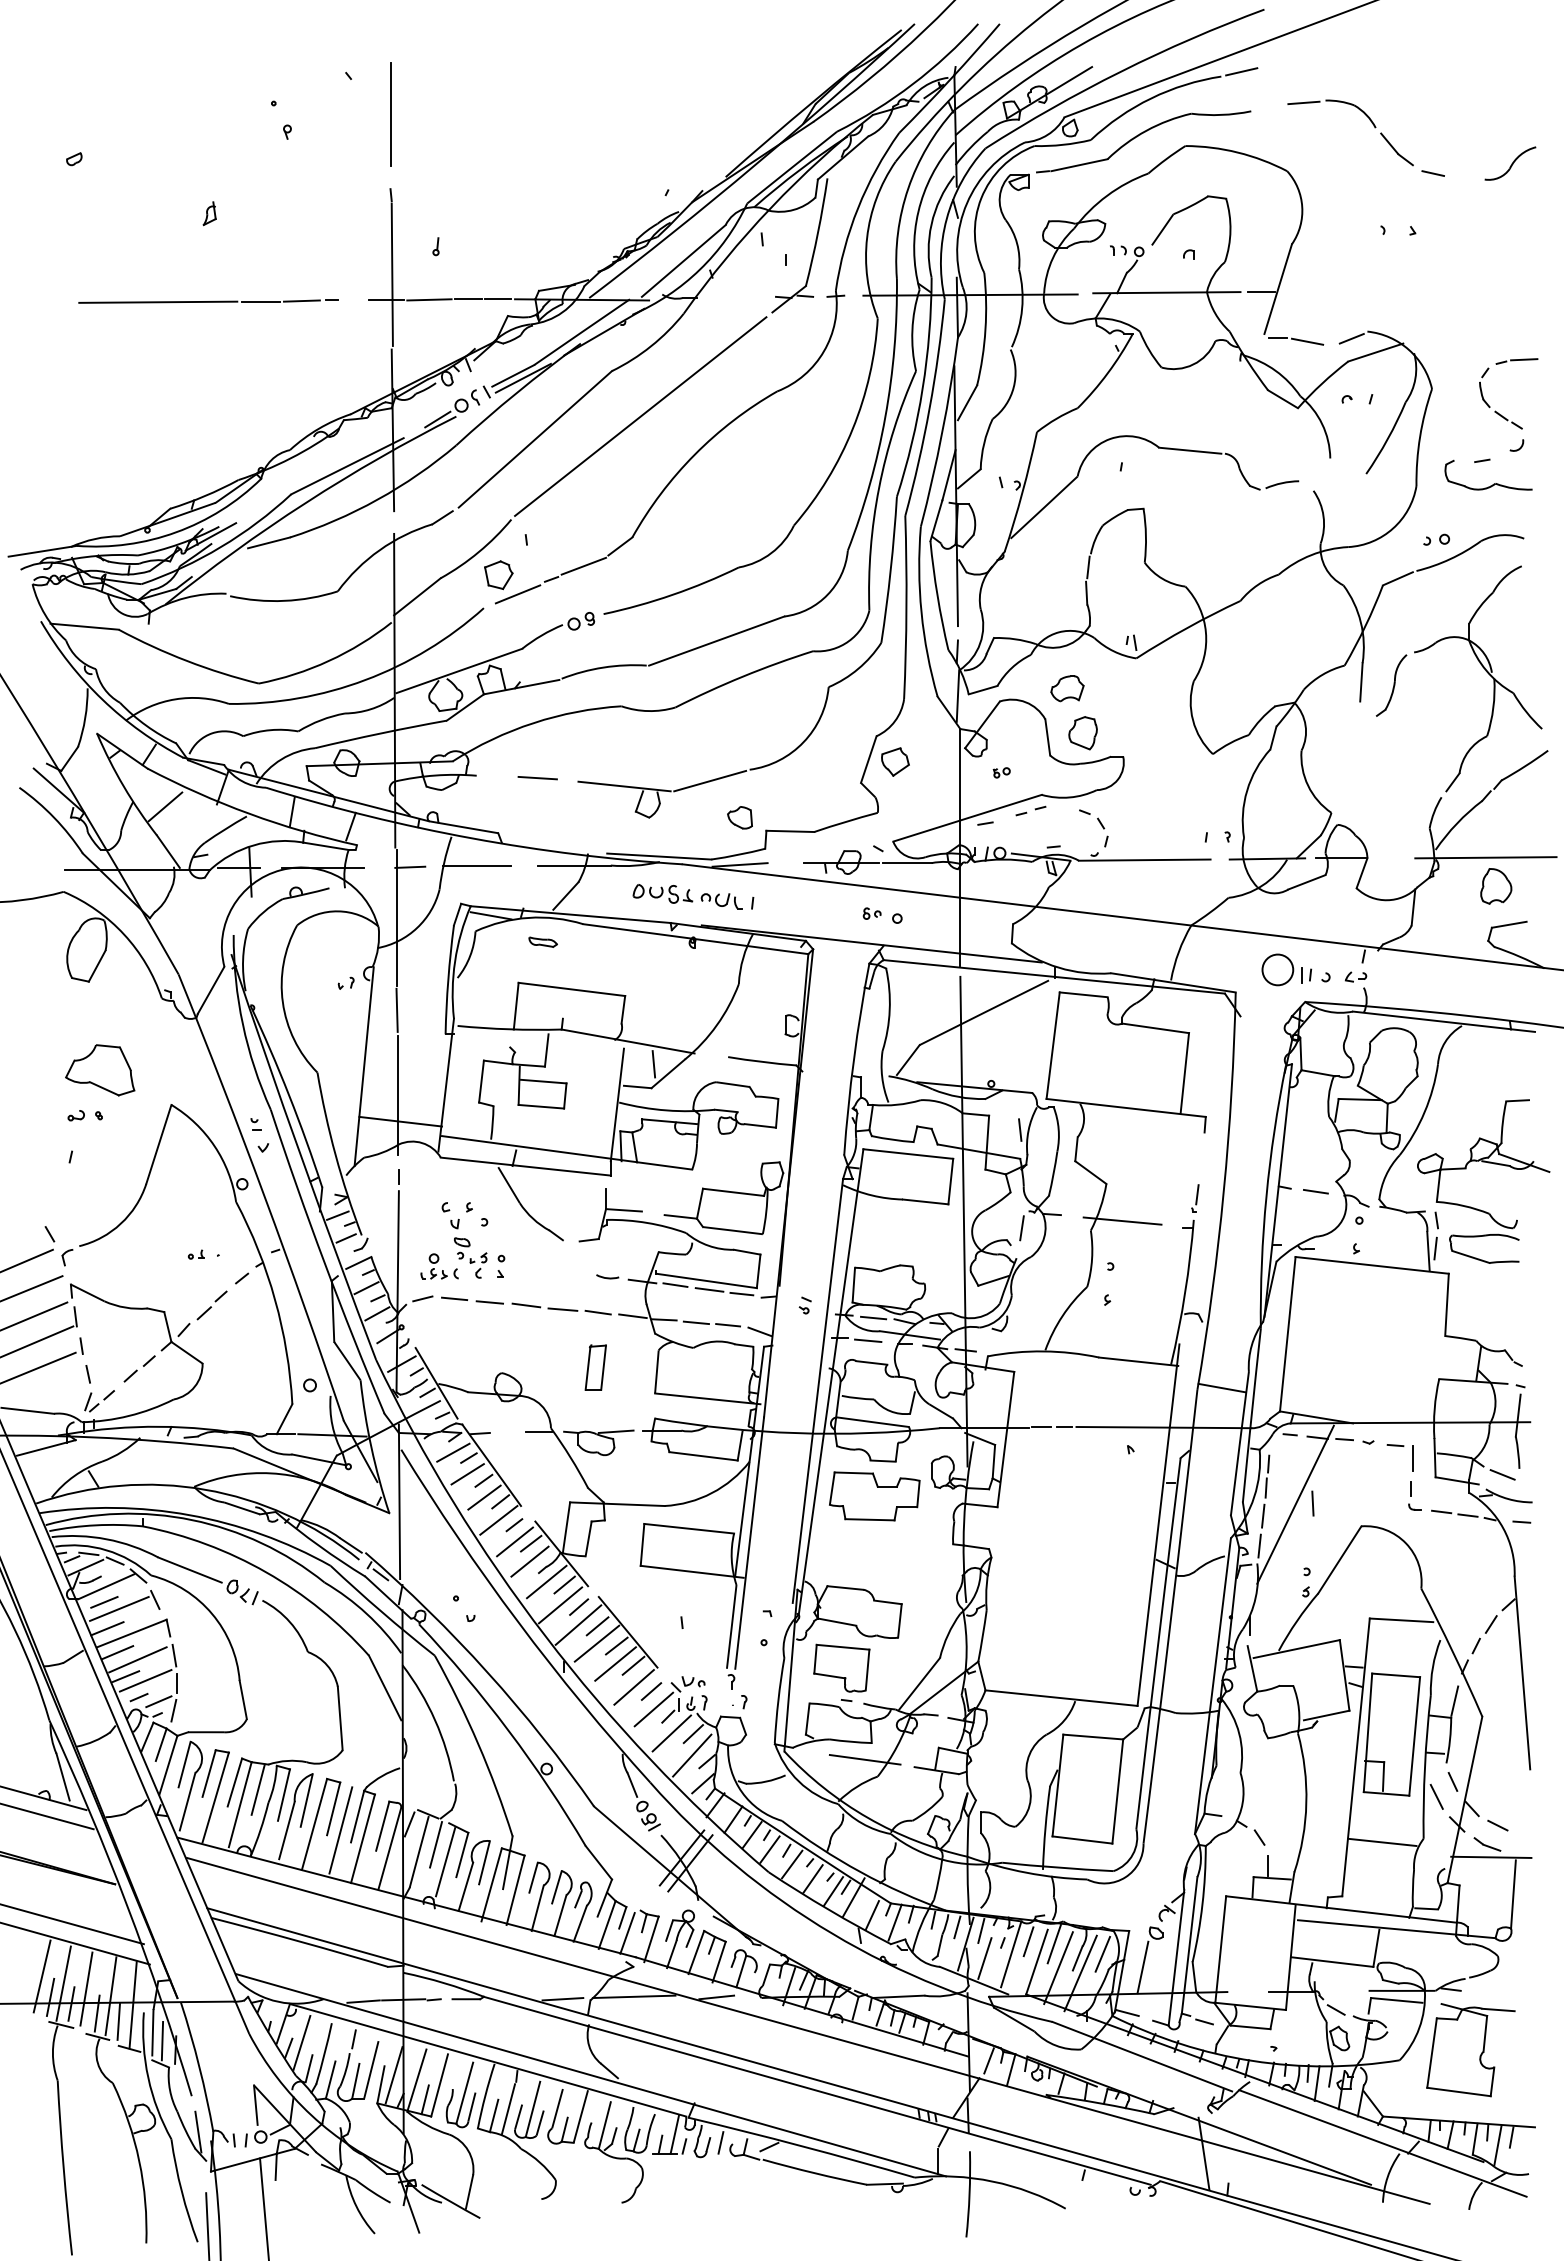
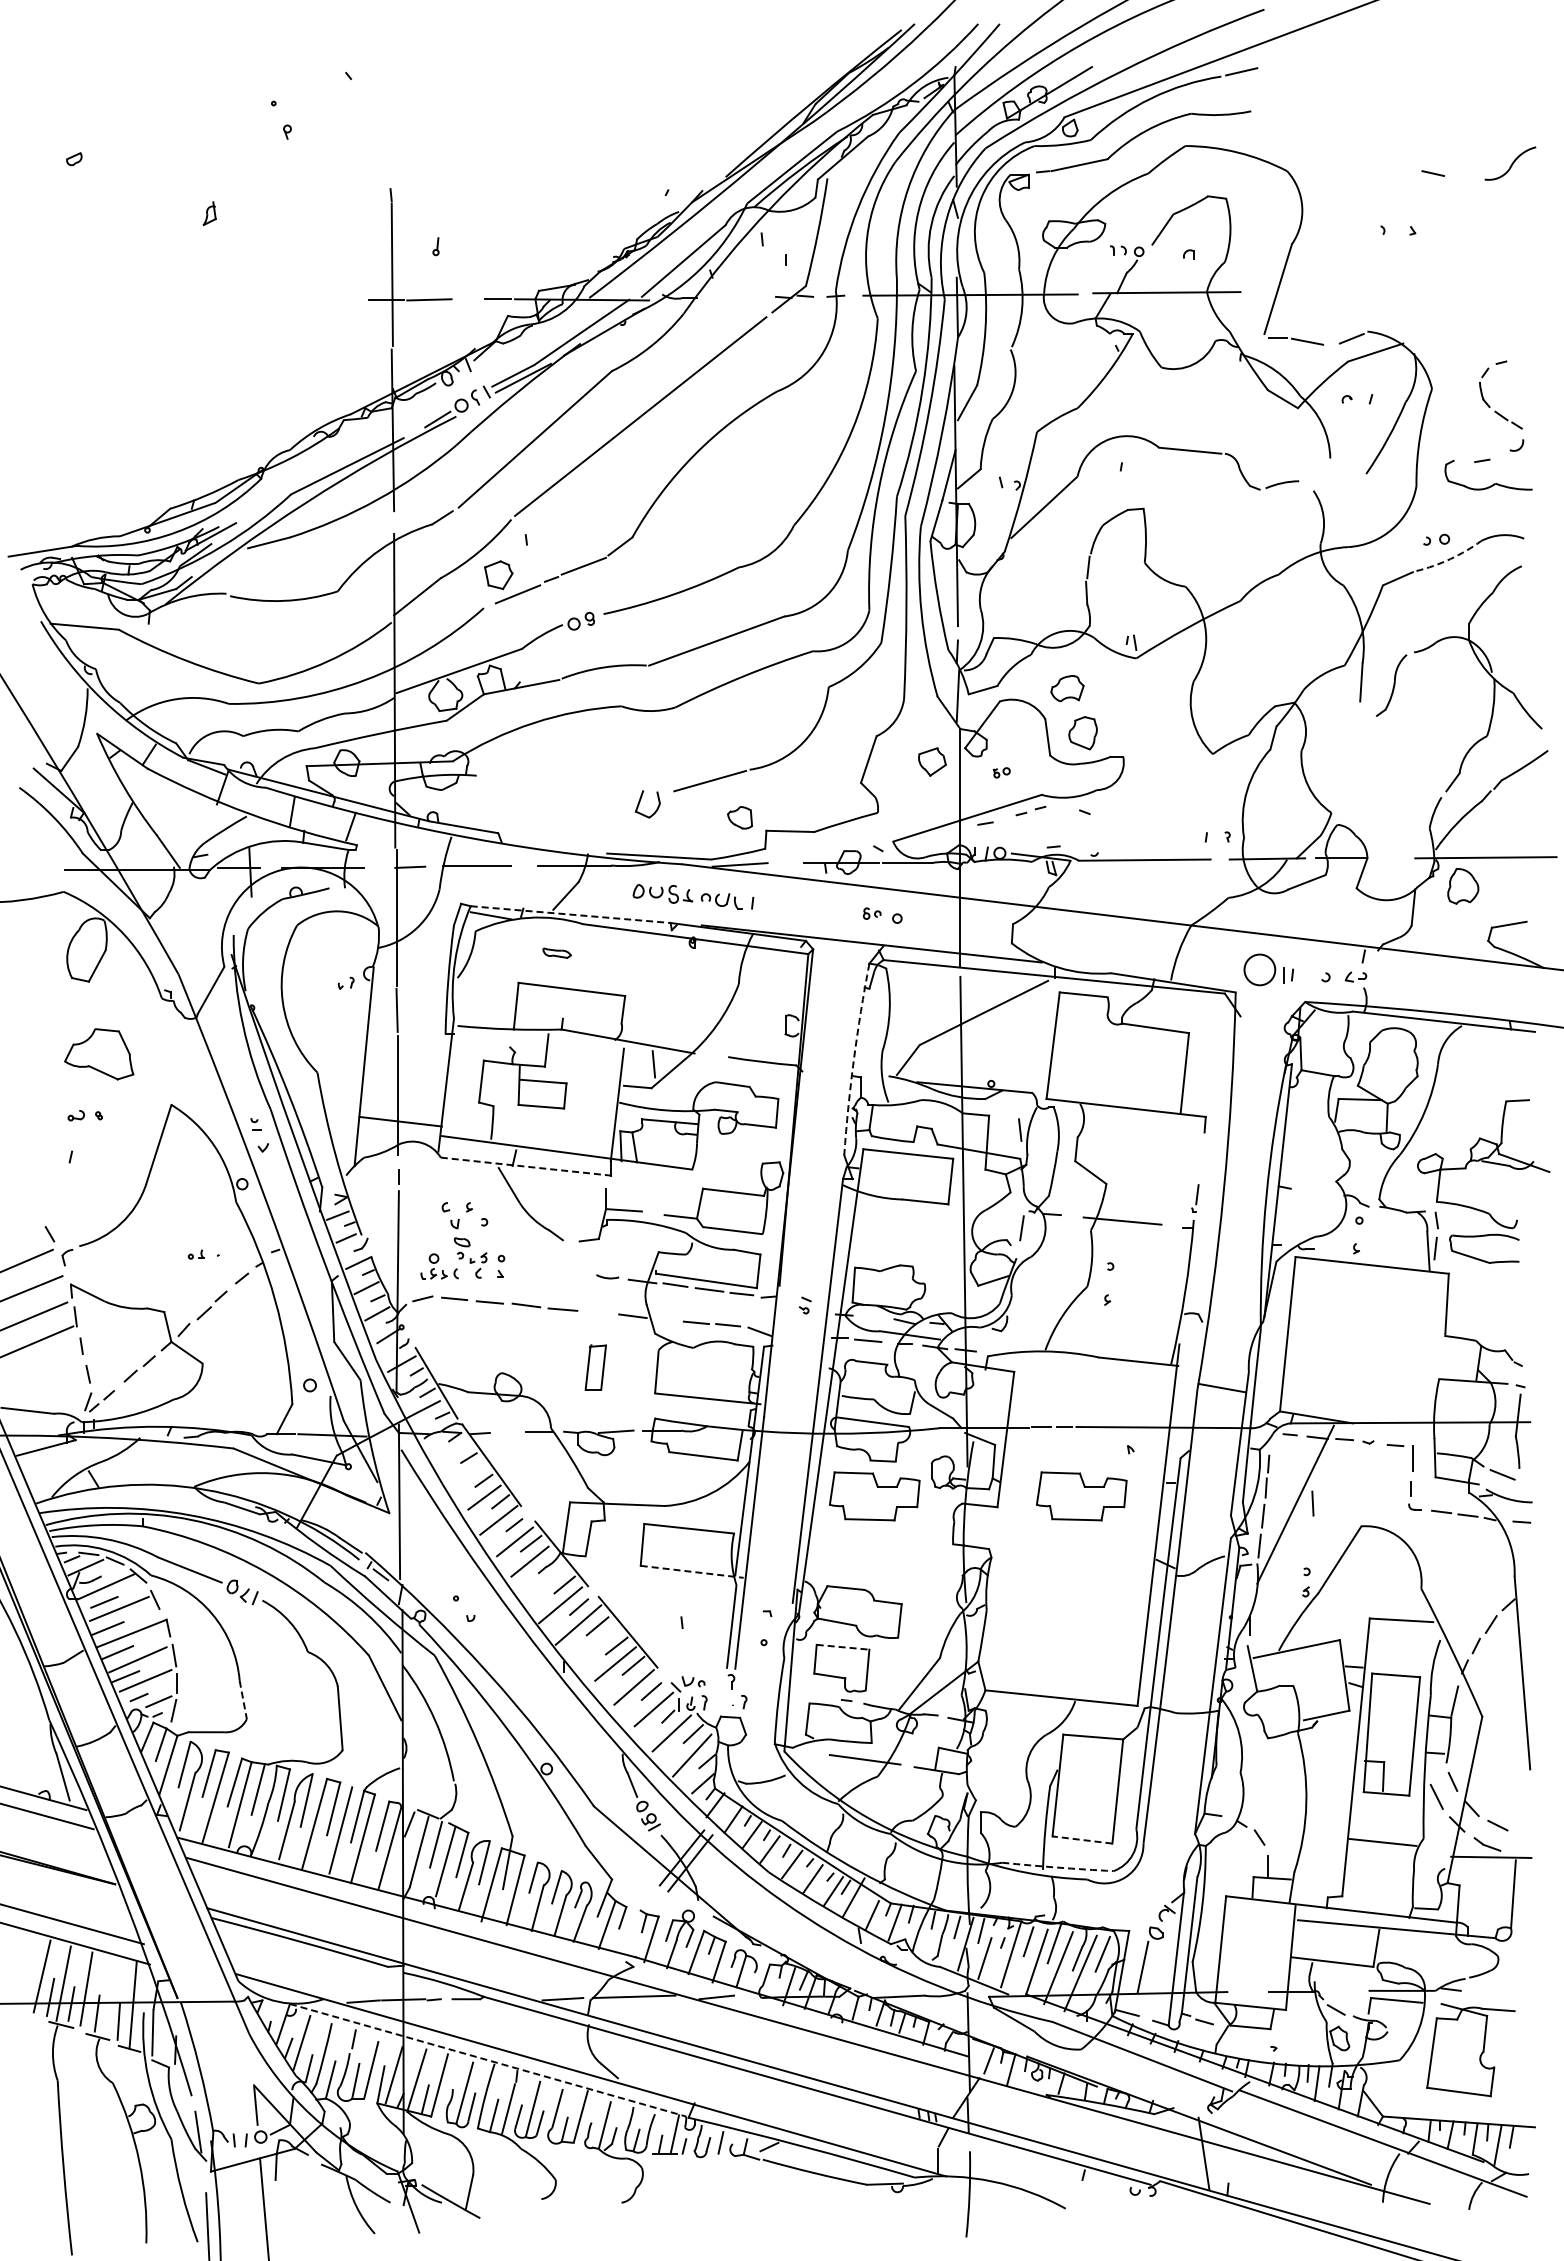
line at (390, 114): present -> none
part at (1369, 120): present -> none
line at (1261, 292): present -> none
line at (468, 299): present -> none
line at (208, 301): present -> none
line at (1524, 359): present -> none
arc at (1450, 559): solid -> dashed
part at (895, 761) position: (895, 761) -> (932, 761)
line at (537, 778): present -> none
line at (624, 786): present -> none
line at (165, 806): present -> none
part at (1102, 832): present -> none
part at (1496, 886) position: (1496, 886) -> (1463, 886)
line at (571, 914): solid -> dashed
part at (542, 941) position: (542, 941) -> (556, 952)
part at (1286, 969) position: (1286, 969) -> (1268, 969)
arc at (853, 1059): solid -> dashed
part at (100, 1070) position: (100, 1070) -> (99, 1054)
line at (526, 1166): solid -> dashed
line at (1315, 1191): present -> none
line at (597, 1312): present -> none
line at (873, 1317): present -> none
line at (663, 1319): present -> none
line at (38, 1367): present -> none
line at (453, 1452): present -> none
line at (467, 1474): present -> none
part at (1081, 1496): none -> present
line at (692, 1571): solid -> dashed
line at (546, 1581): present -> none
line at (596, 1643): present -> none
line at (843, 1647): solid -> dashed
line at (243, 1700): solid -> dashed
line at (1081, 1839): solid -> dashed
arc at (1057, 1867): solid -> dashed
line at (627, 1933): present -> none
line at (110, 1996): present -> none
line at (162, 2040): present -> none
line at (488, 2060): solid -> dashed
